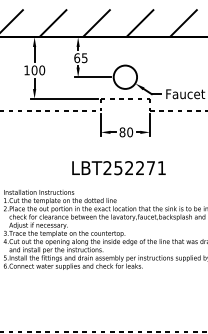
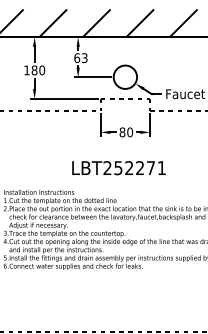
text at (84, 57): 65 -> 63
text at (34, 70): 100 -> 180
